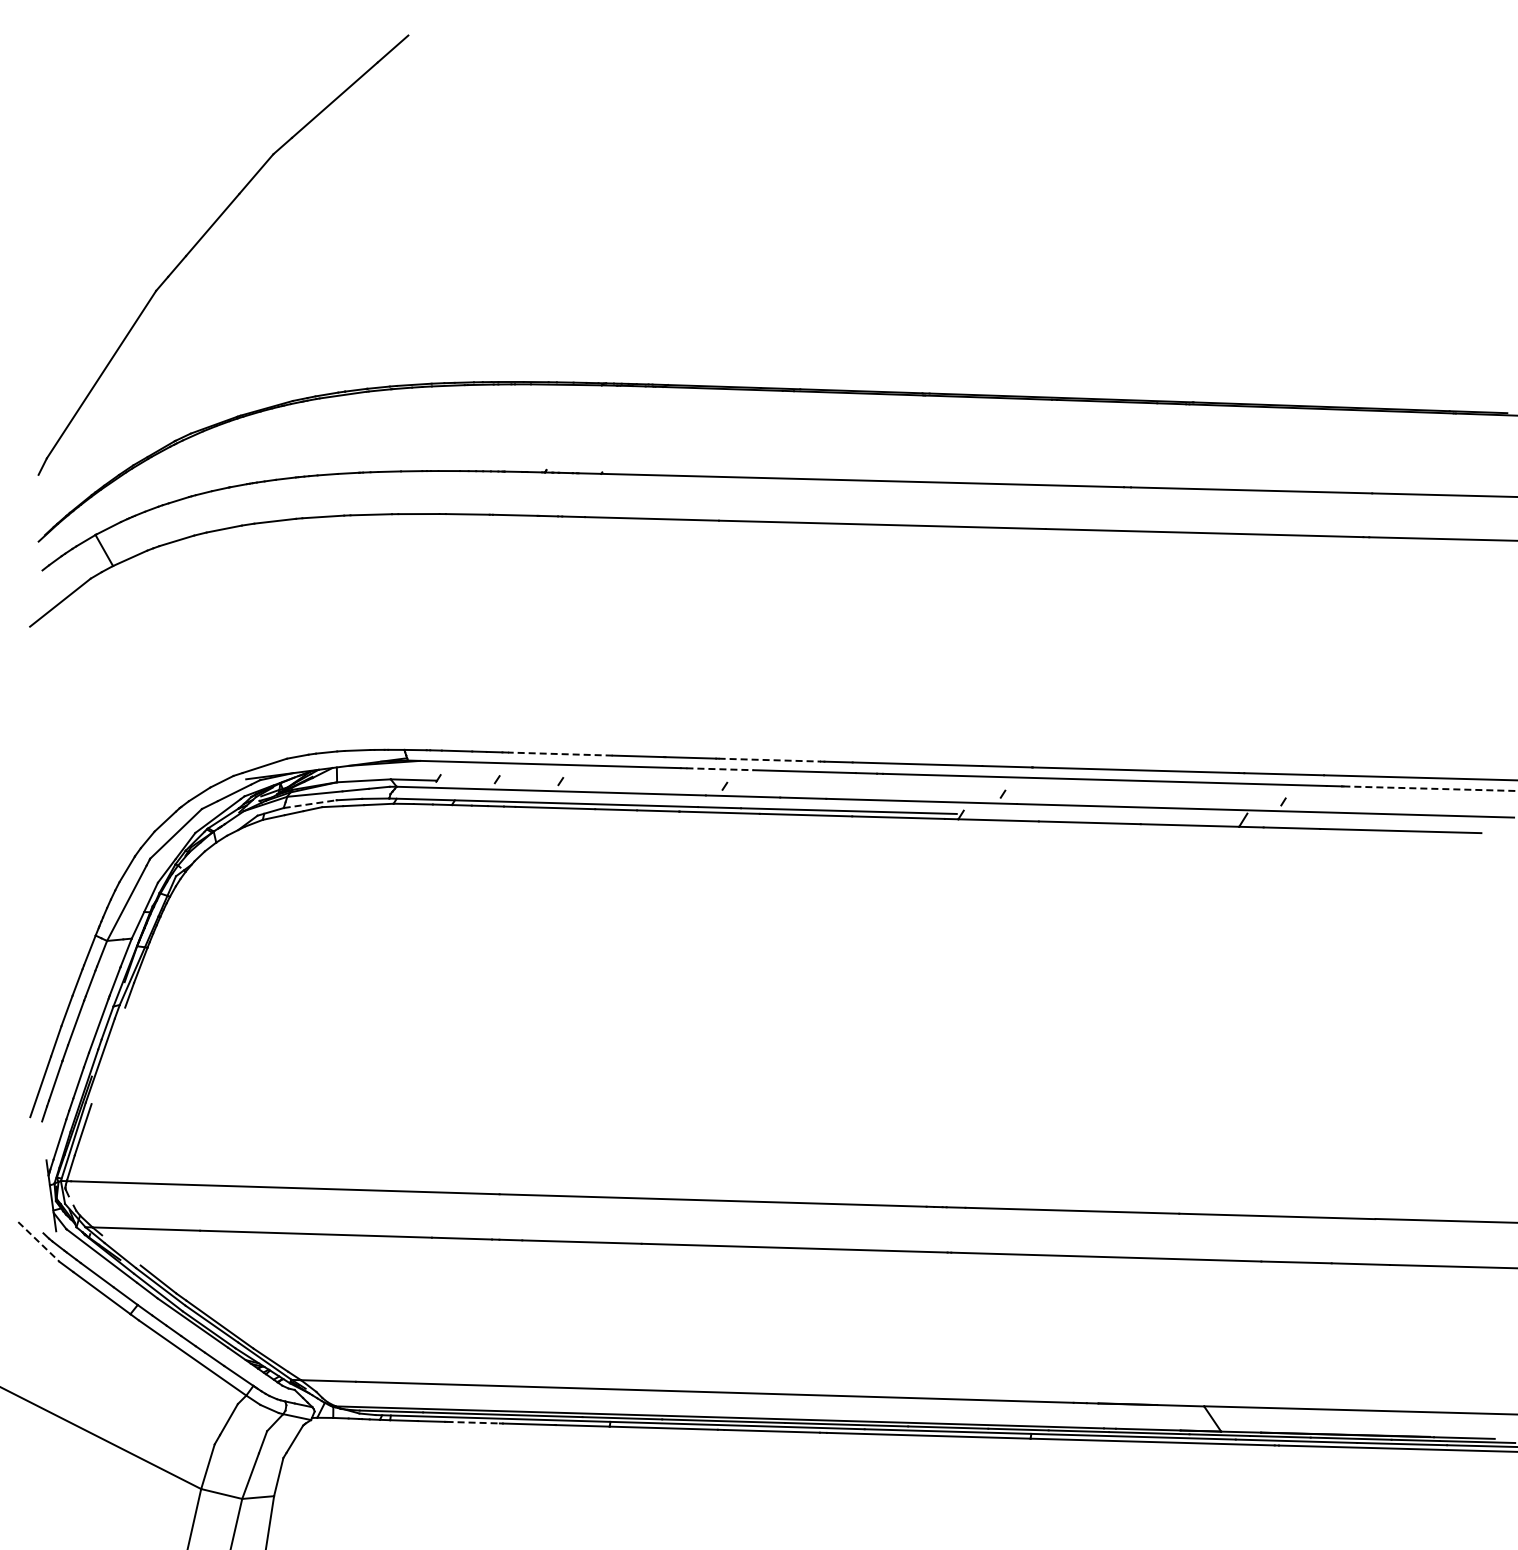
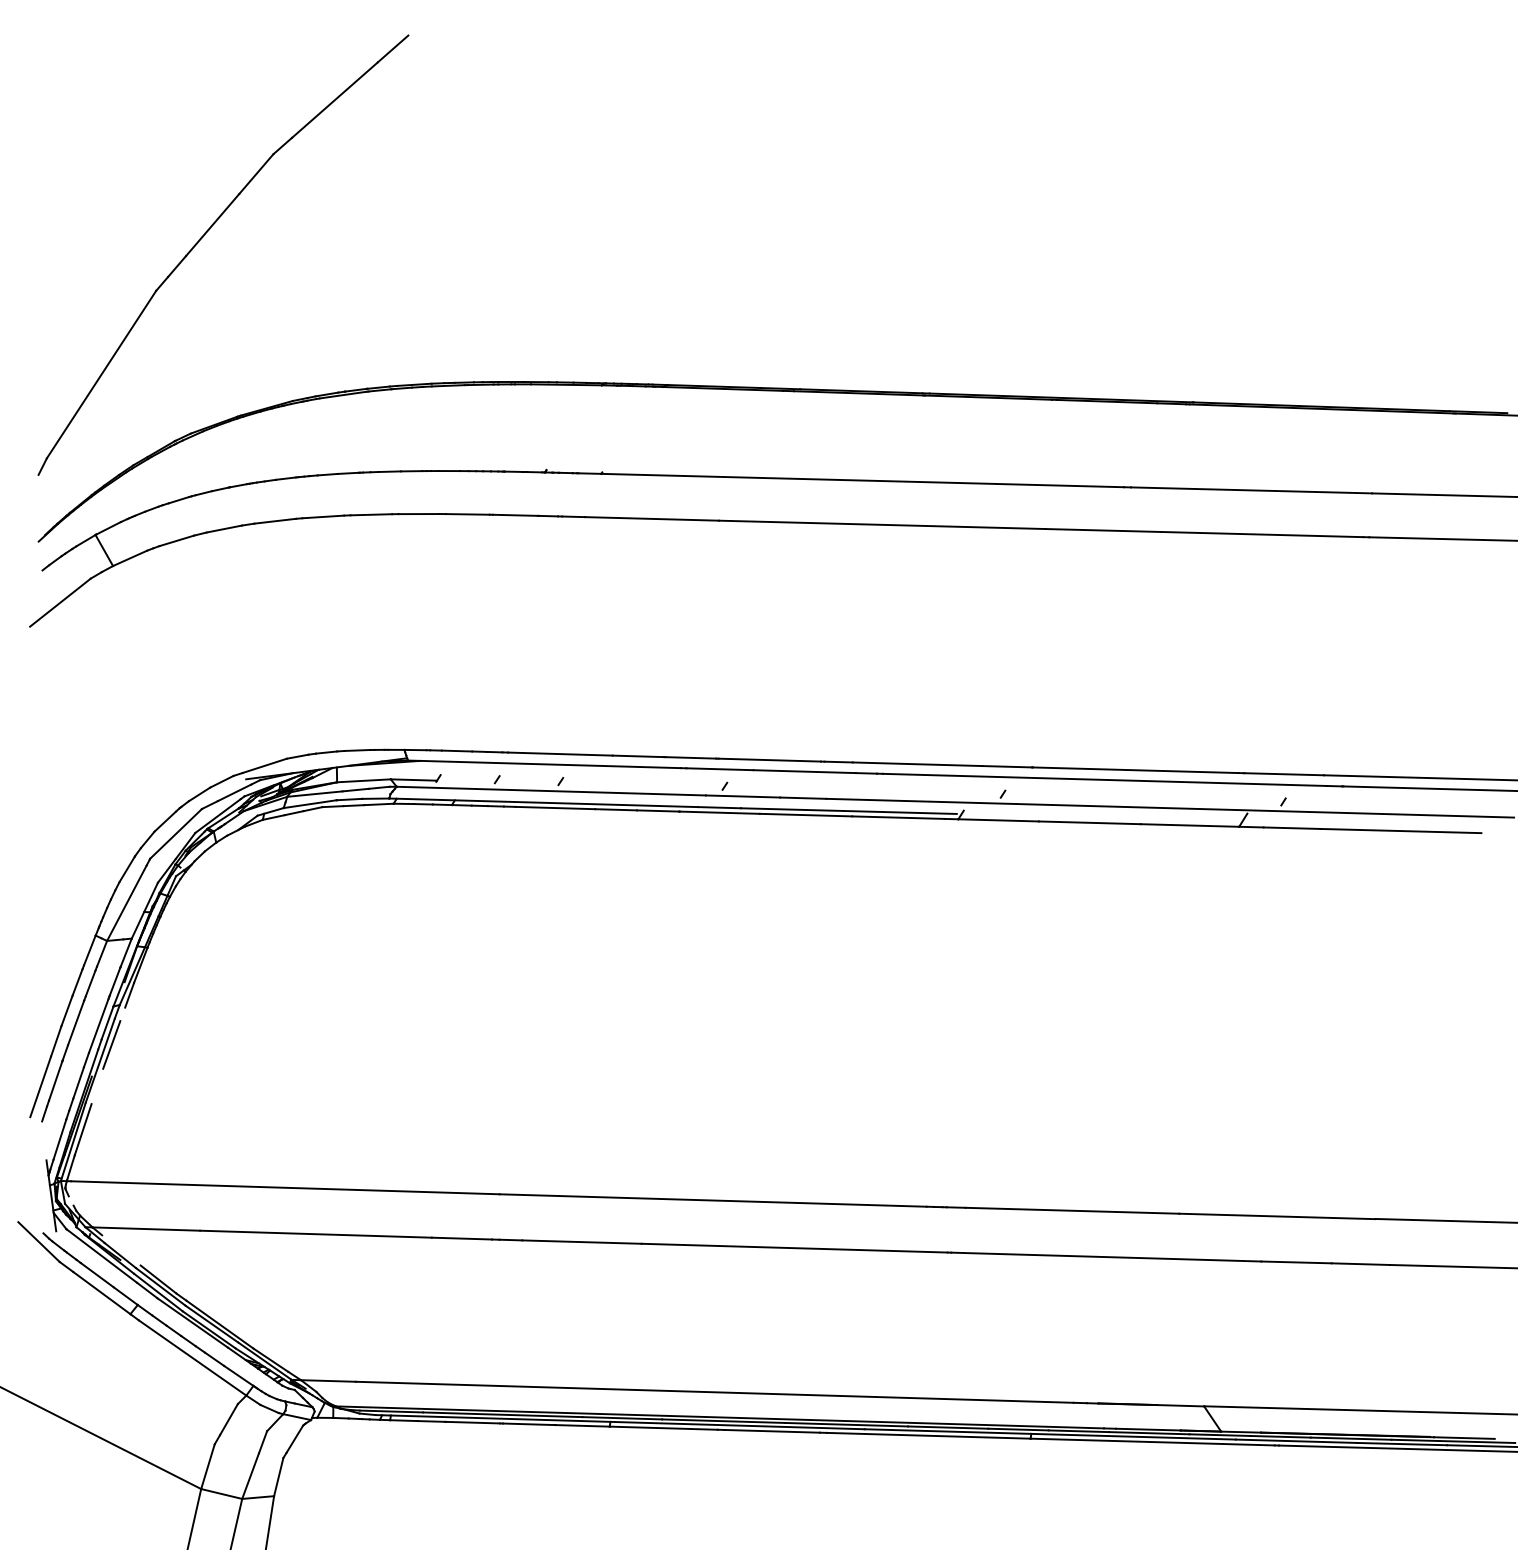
line at (559, 754): dashed -> solid
line at (770, 760): dashed -> solid
line at (719, 769): dashed -> solid
line at (1431, 788): dashed -> solid
line at (310, 804): dashed -> solid
line at (111, 1044): none -> present
line at (38, 1242): dashed -> solid
line at (473, 1422): dashed -> solid
